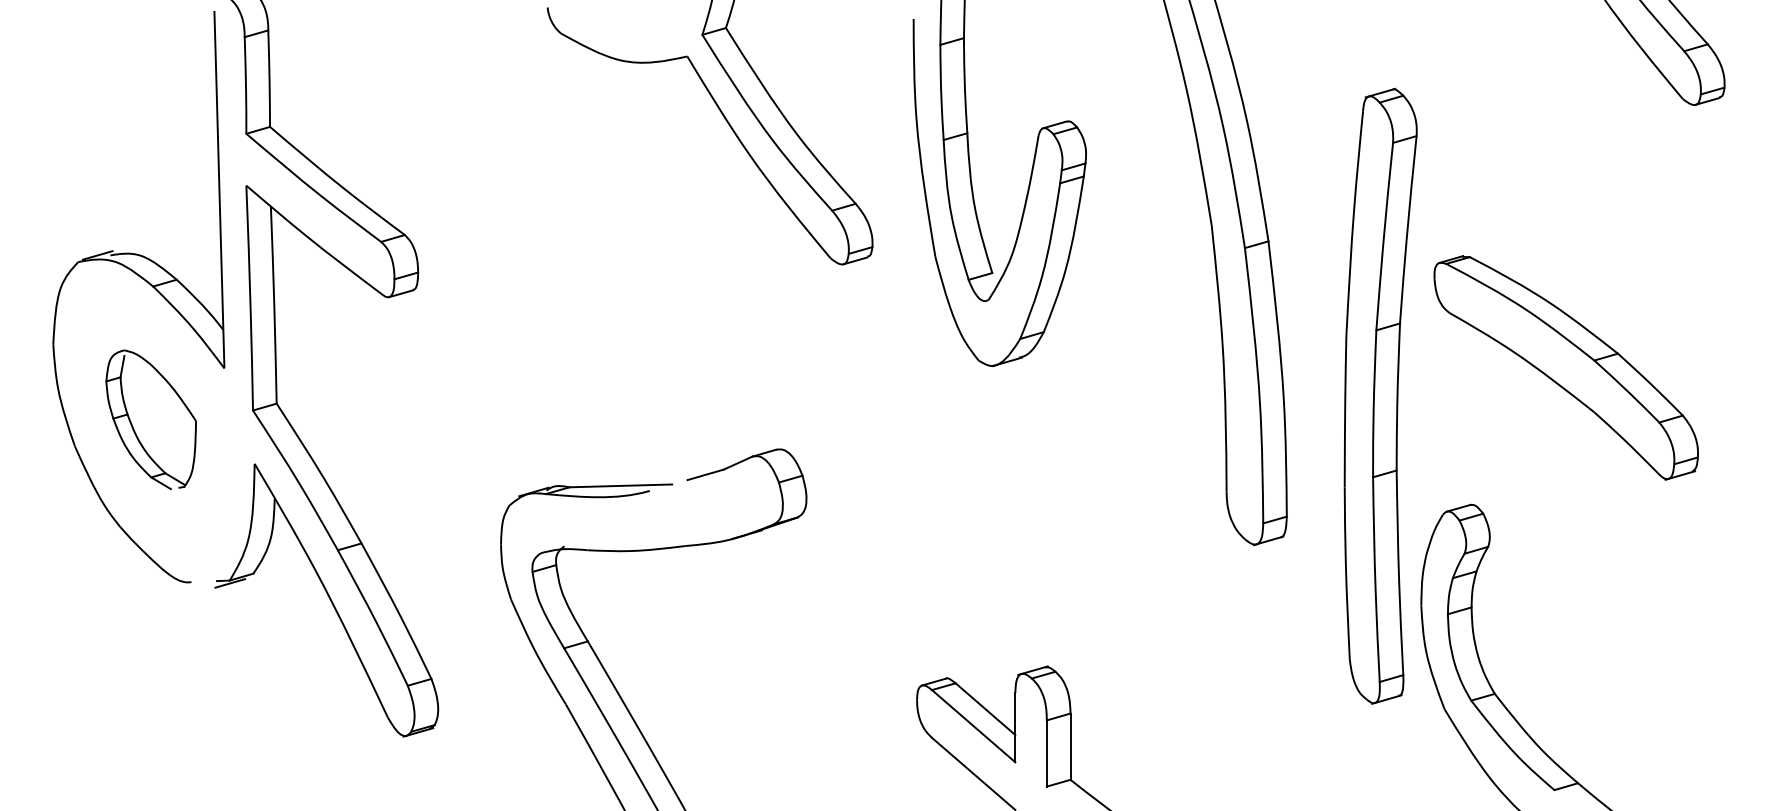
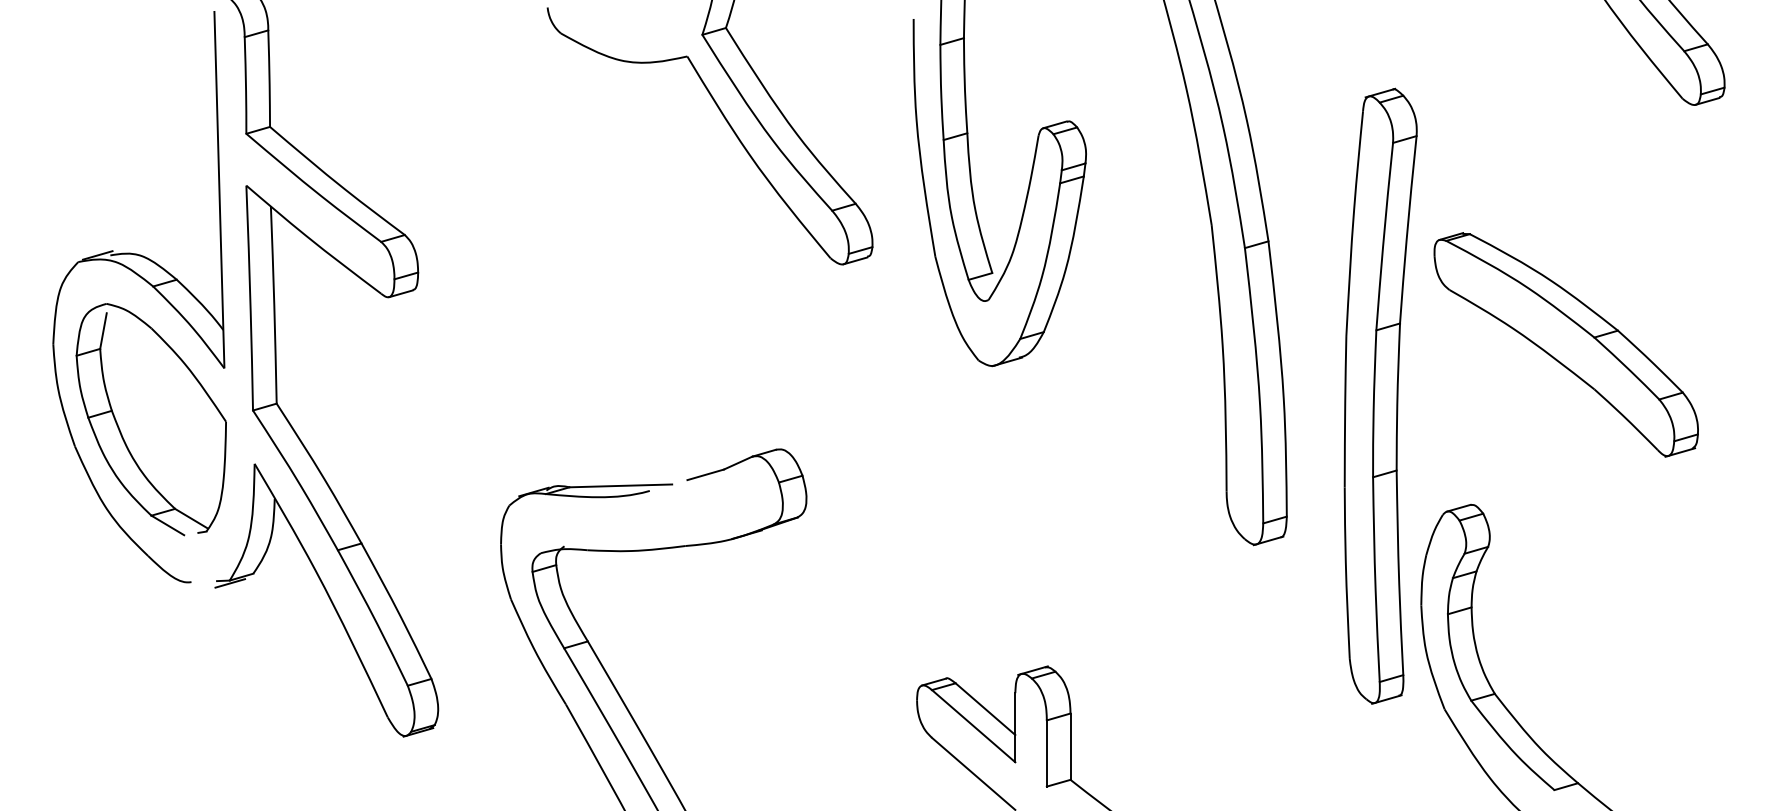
part at (1565, 367) position: (1565, 367) -> (1565, 344)
part at (150, 419) size: 92x142 px -> 152x234 px
